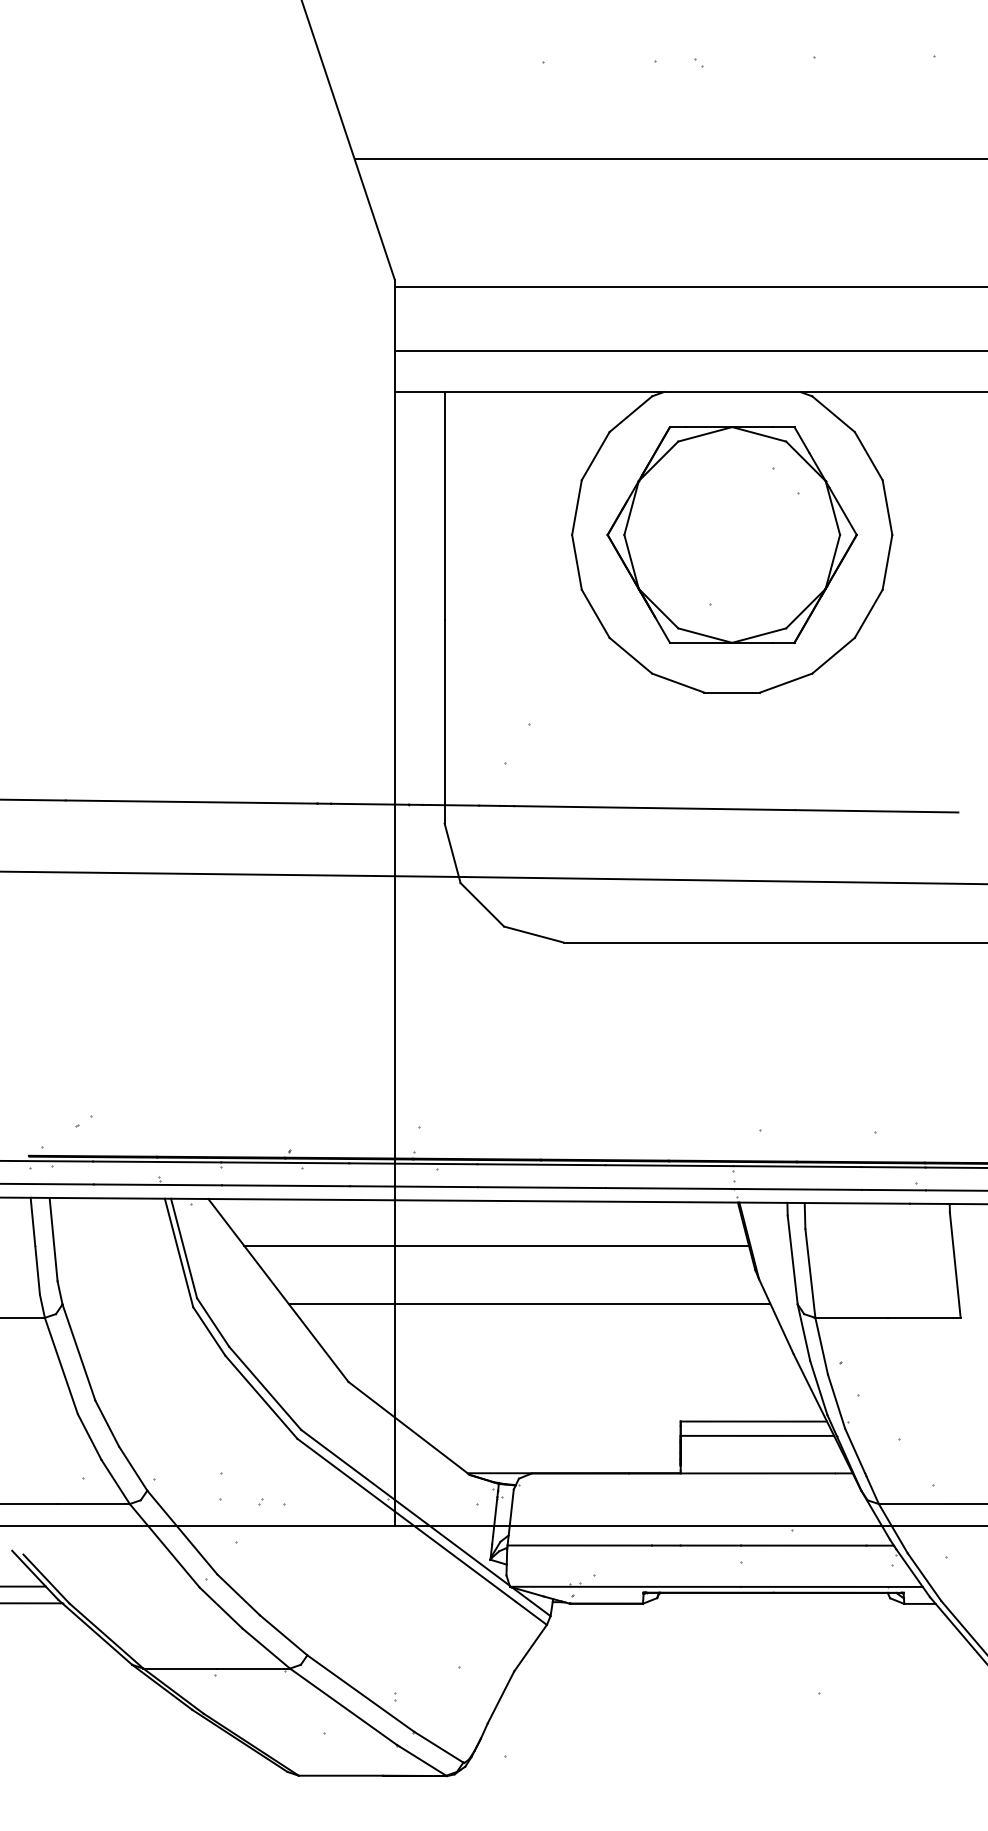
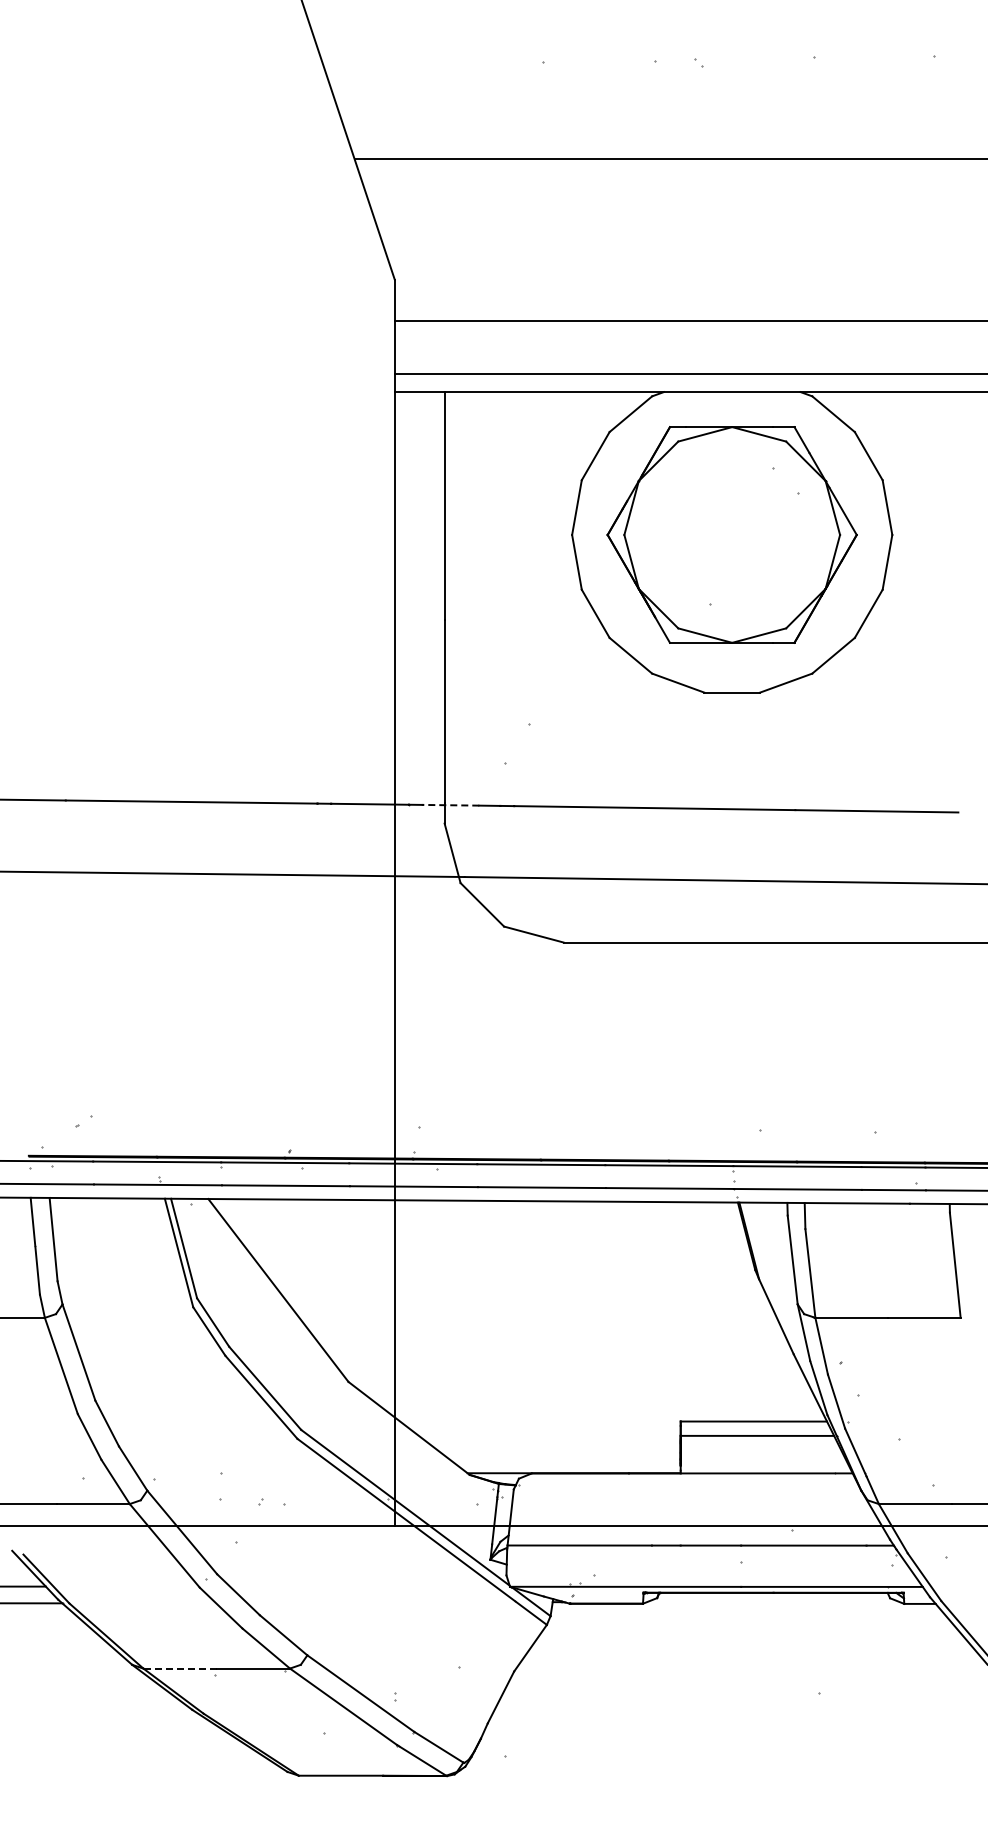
line at (689, 286) position: (689, 286) -> (689, 320)
line at (689, 350) position: (689, 350) -> (689, 373)
line at (450, 805): solid -> dashed
line at (496, 1245): present -> none
line at (529, 1303): present -> none
line at (180, 1668): solid -> dashed
